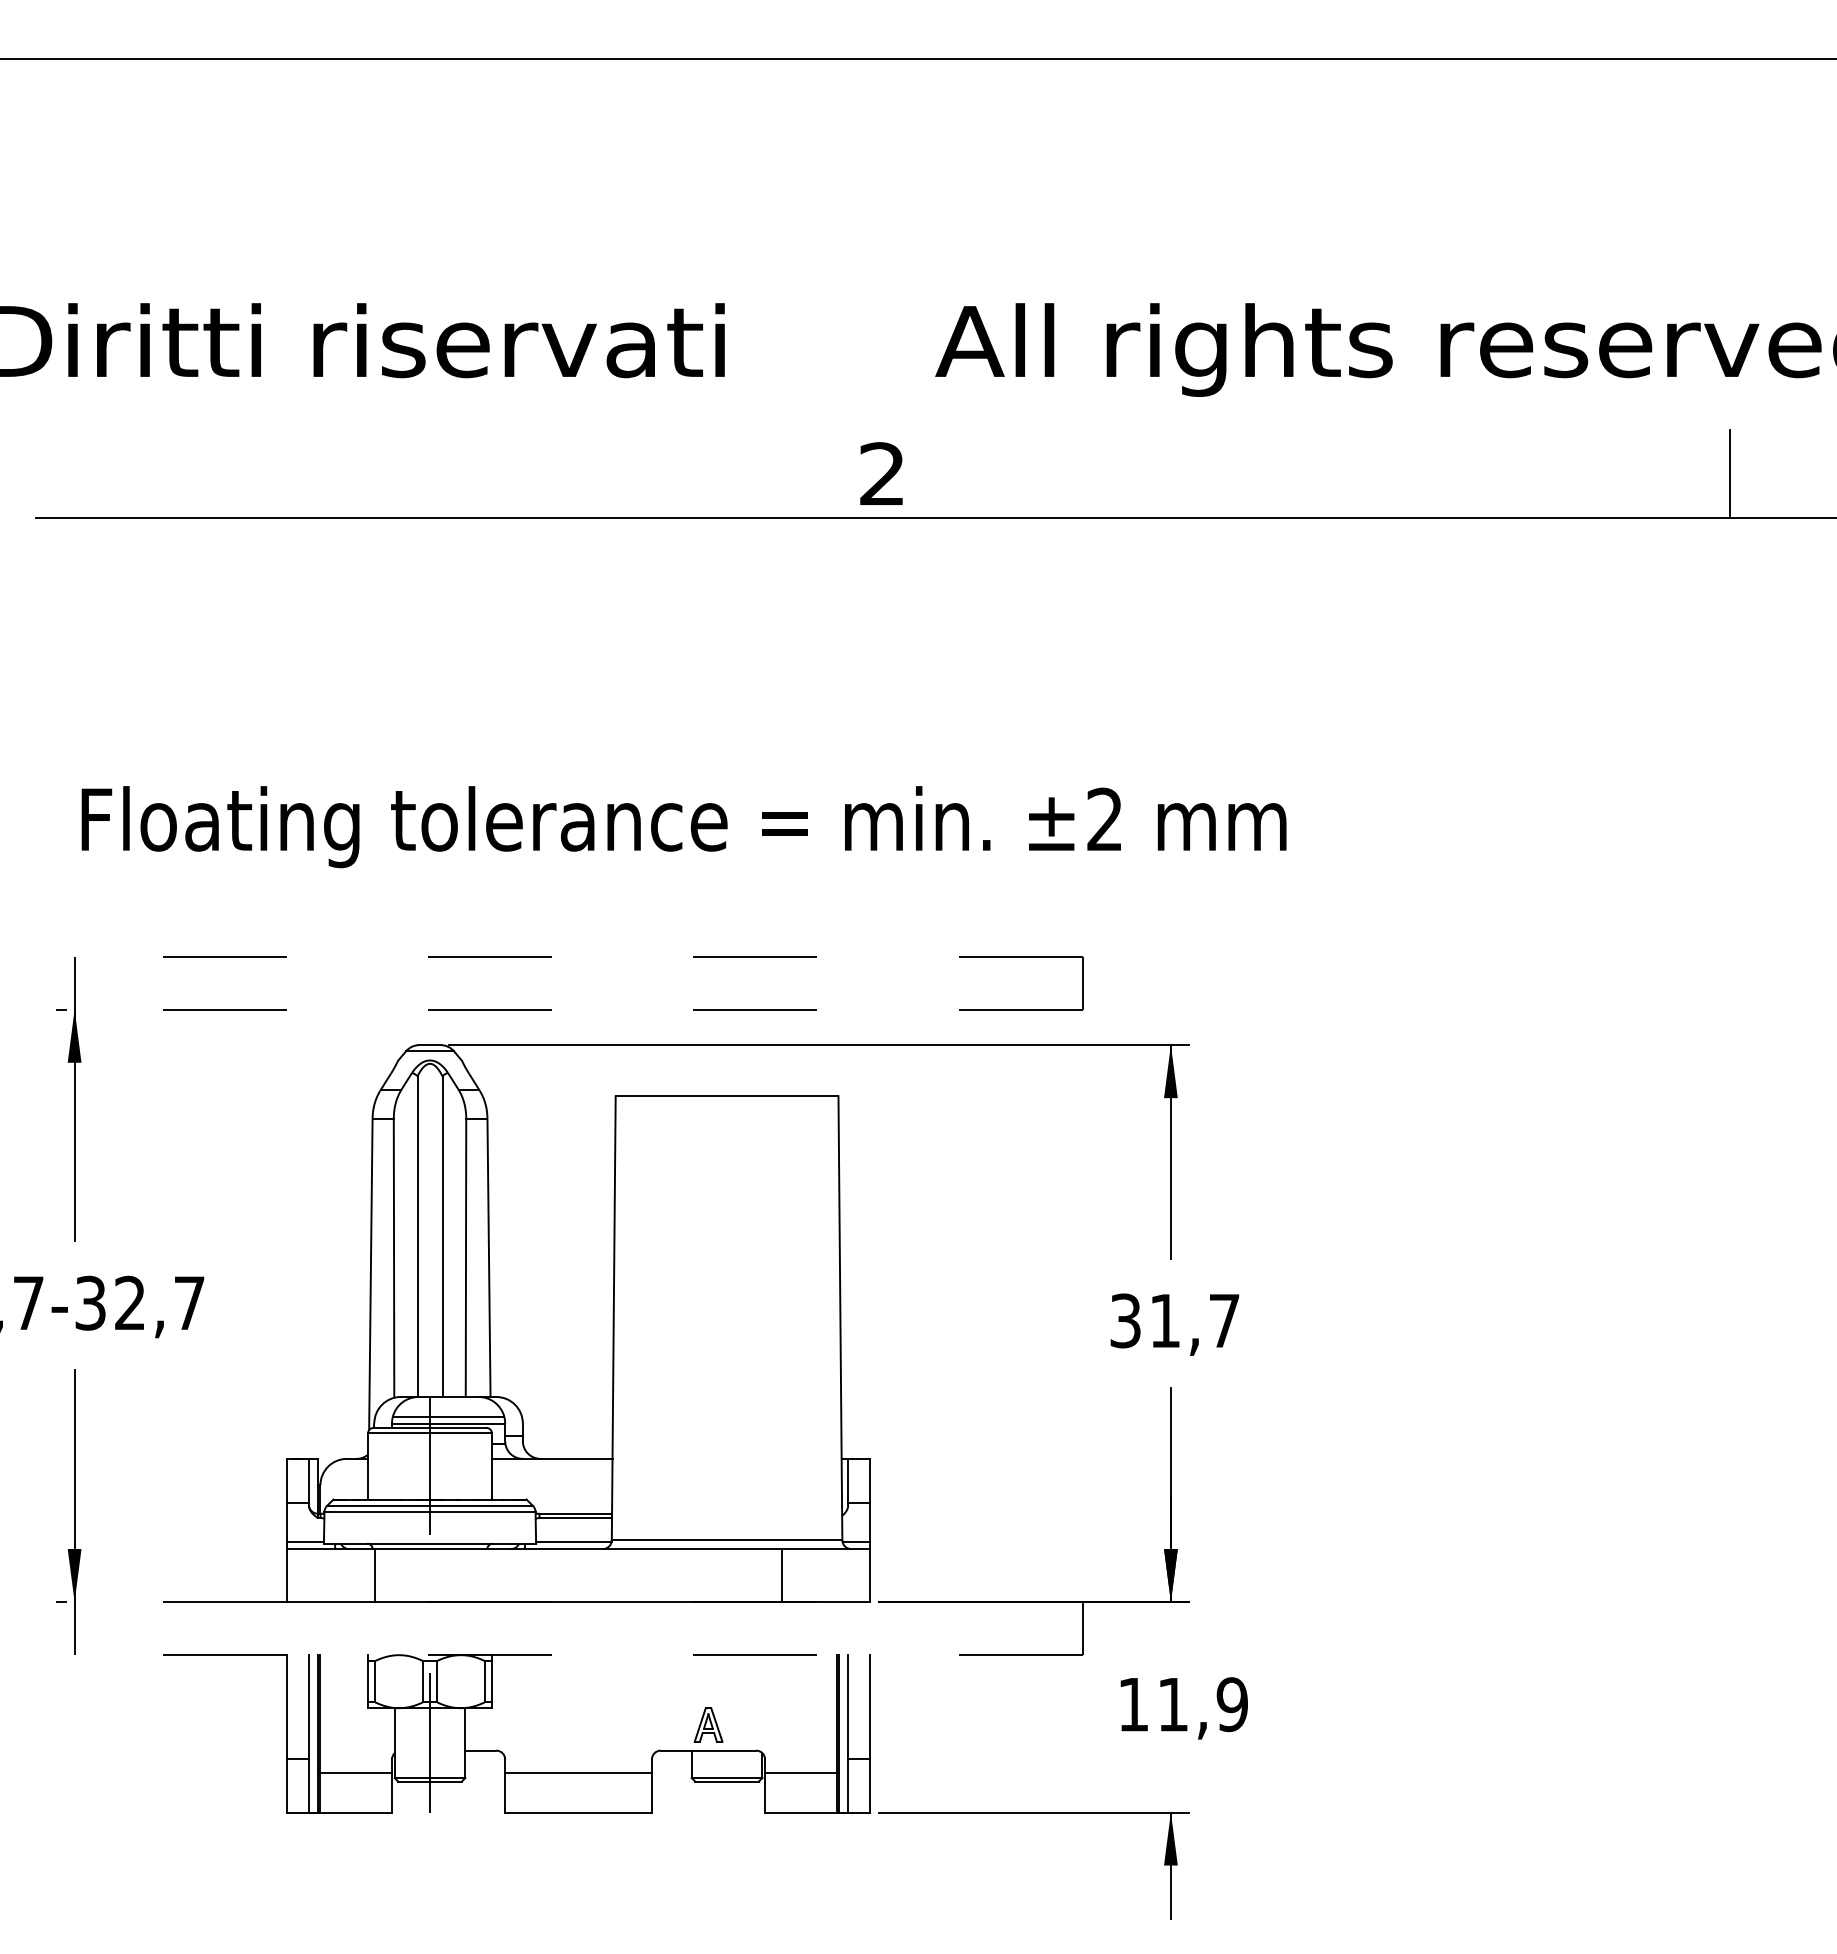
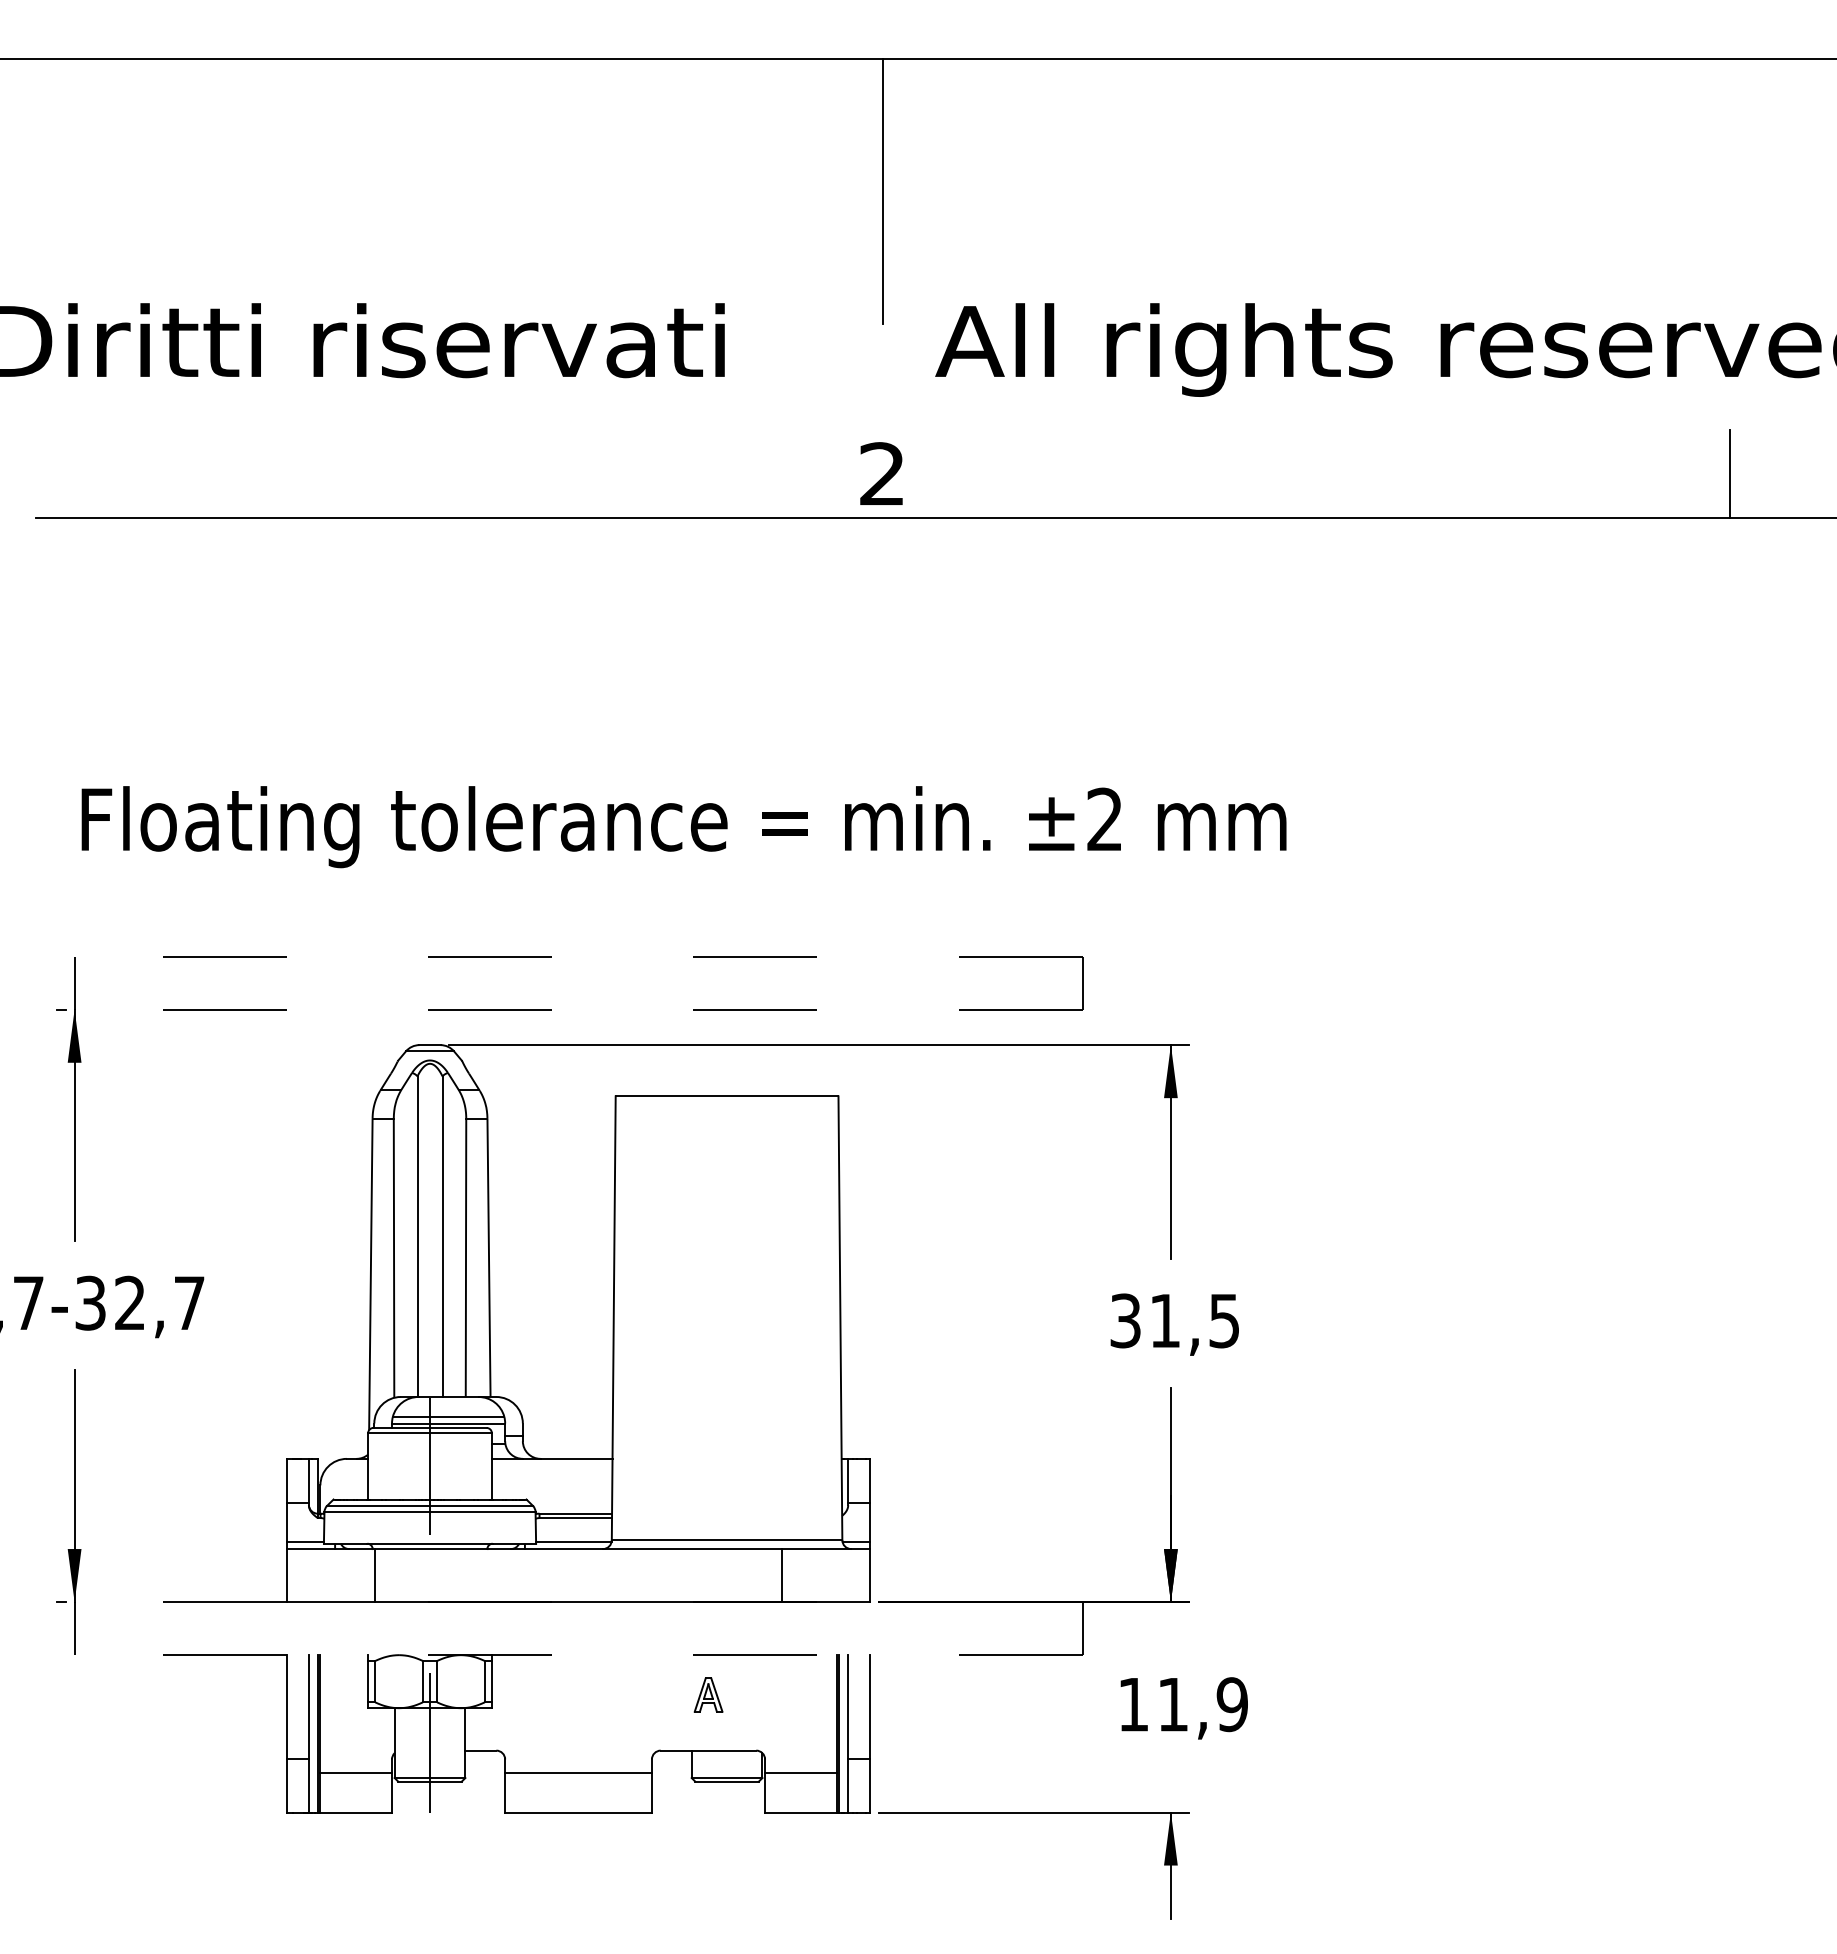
line at (882, 190): none -> present
text at (1224, 1321): 31,7 -> 31,5
part at (708, 1724) position: (708, 1724) -> (708, 1694)
